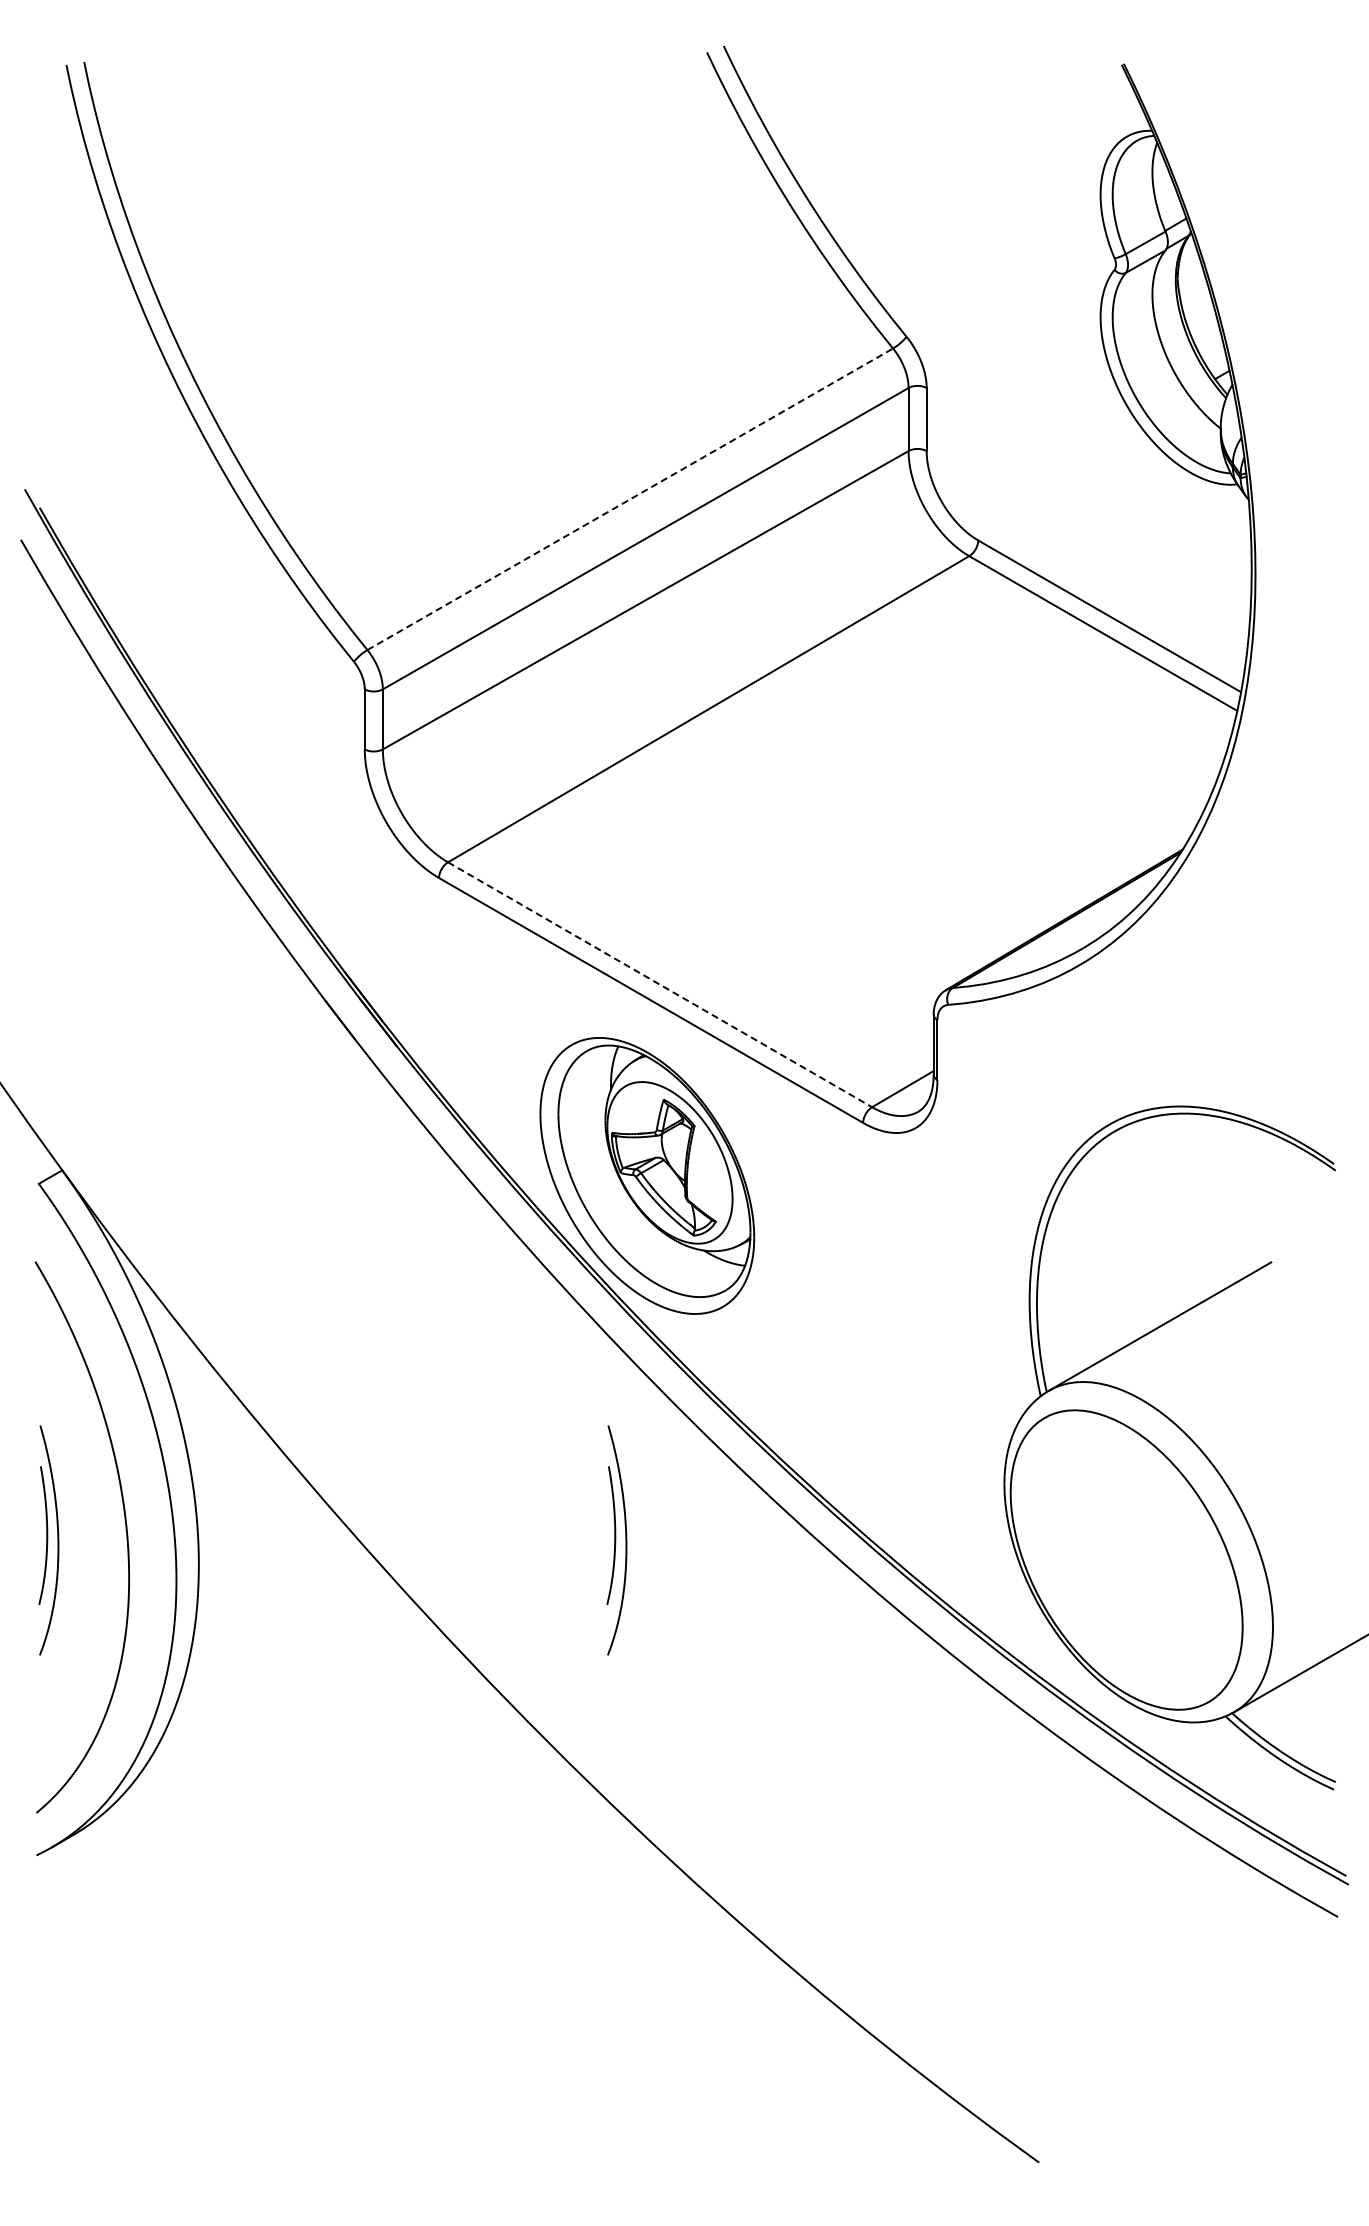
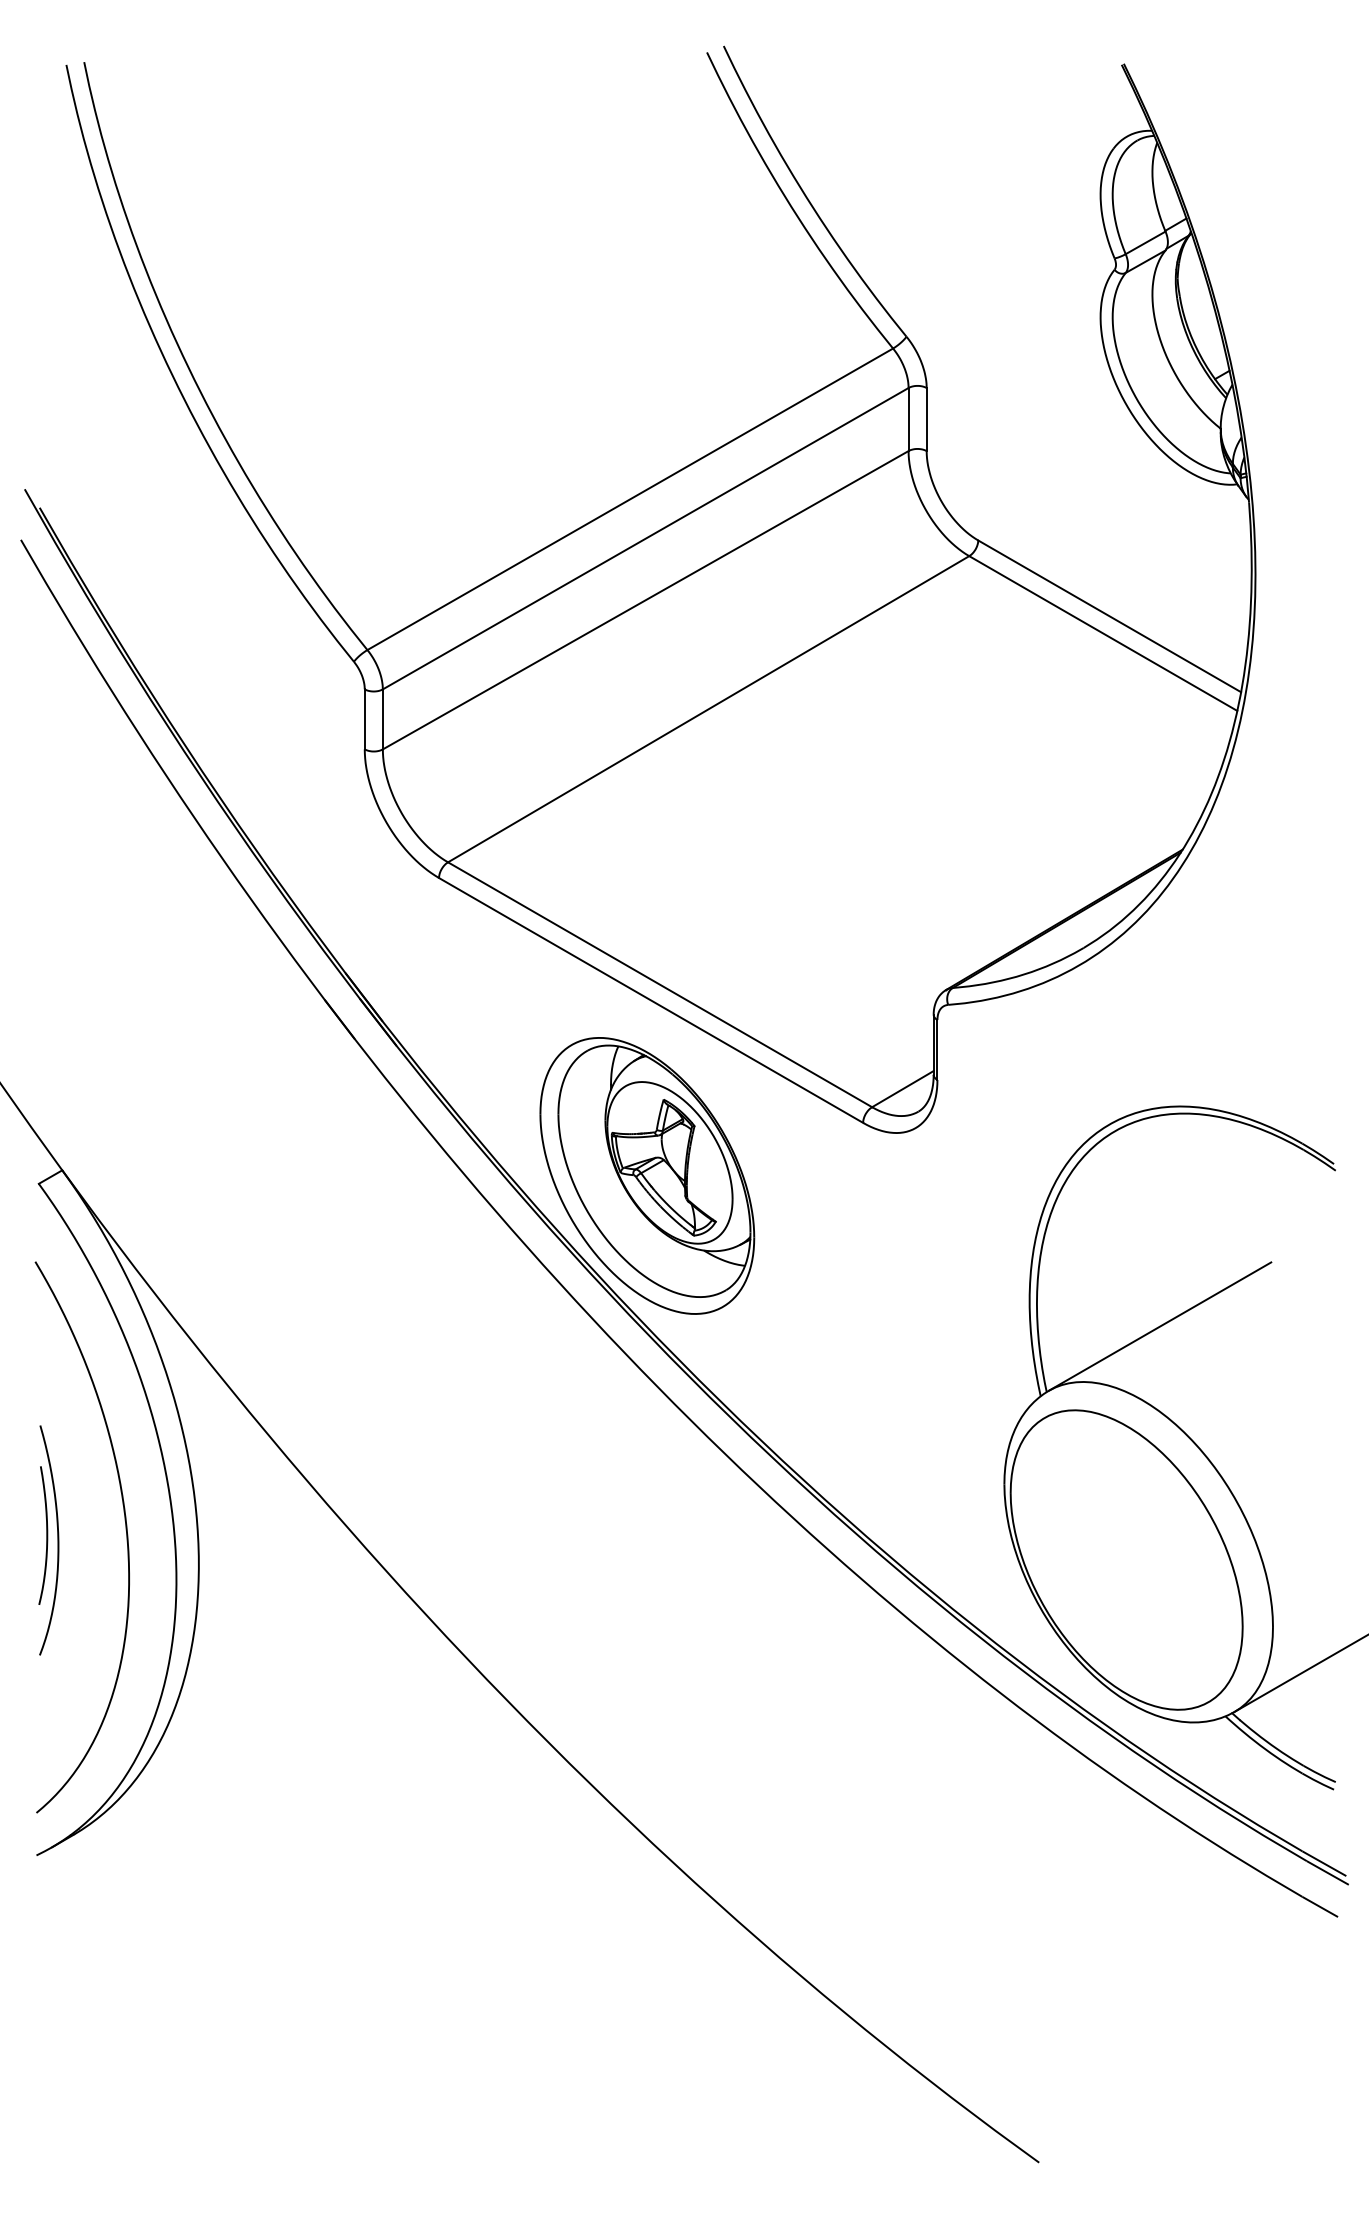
line at (630, 499): dashed -> solid
line at (660, 984): dashed -> solid
part at (616, 1540): present -> none
